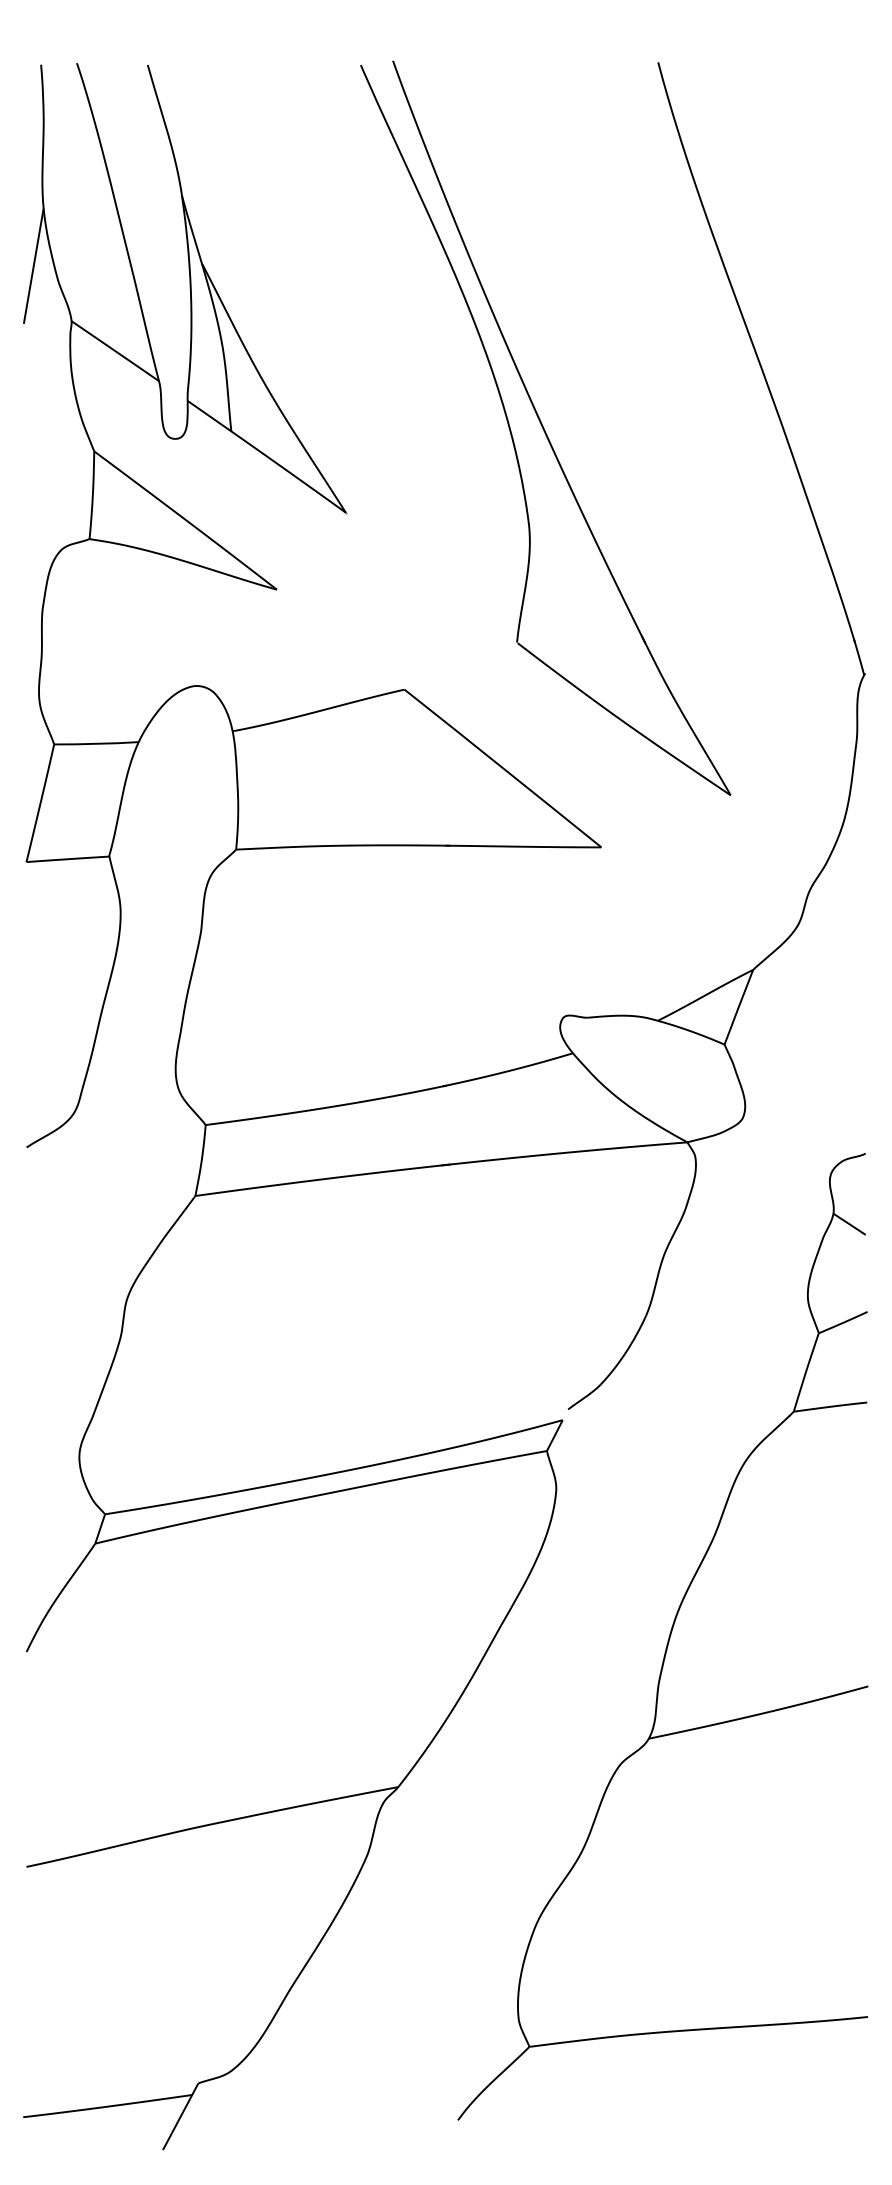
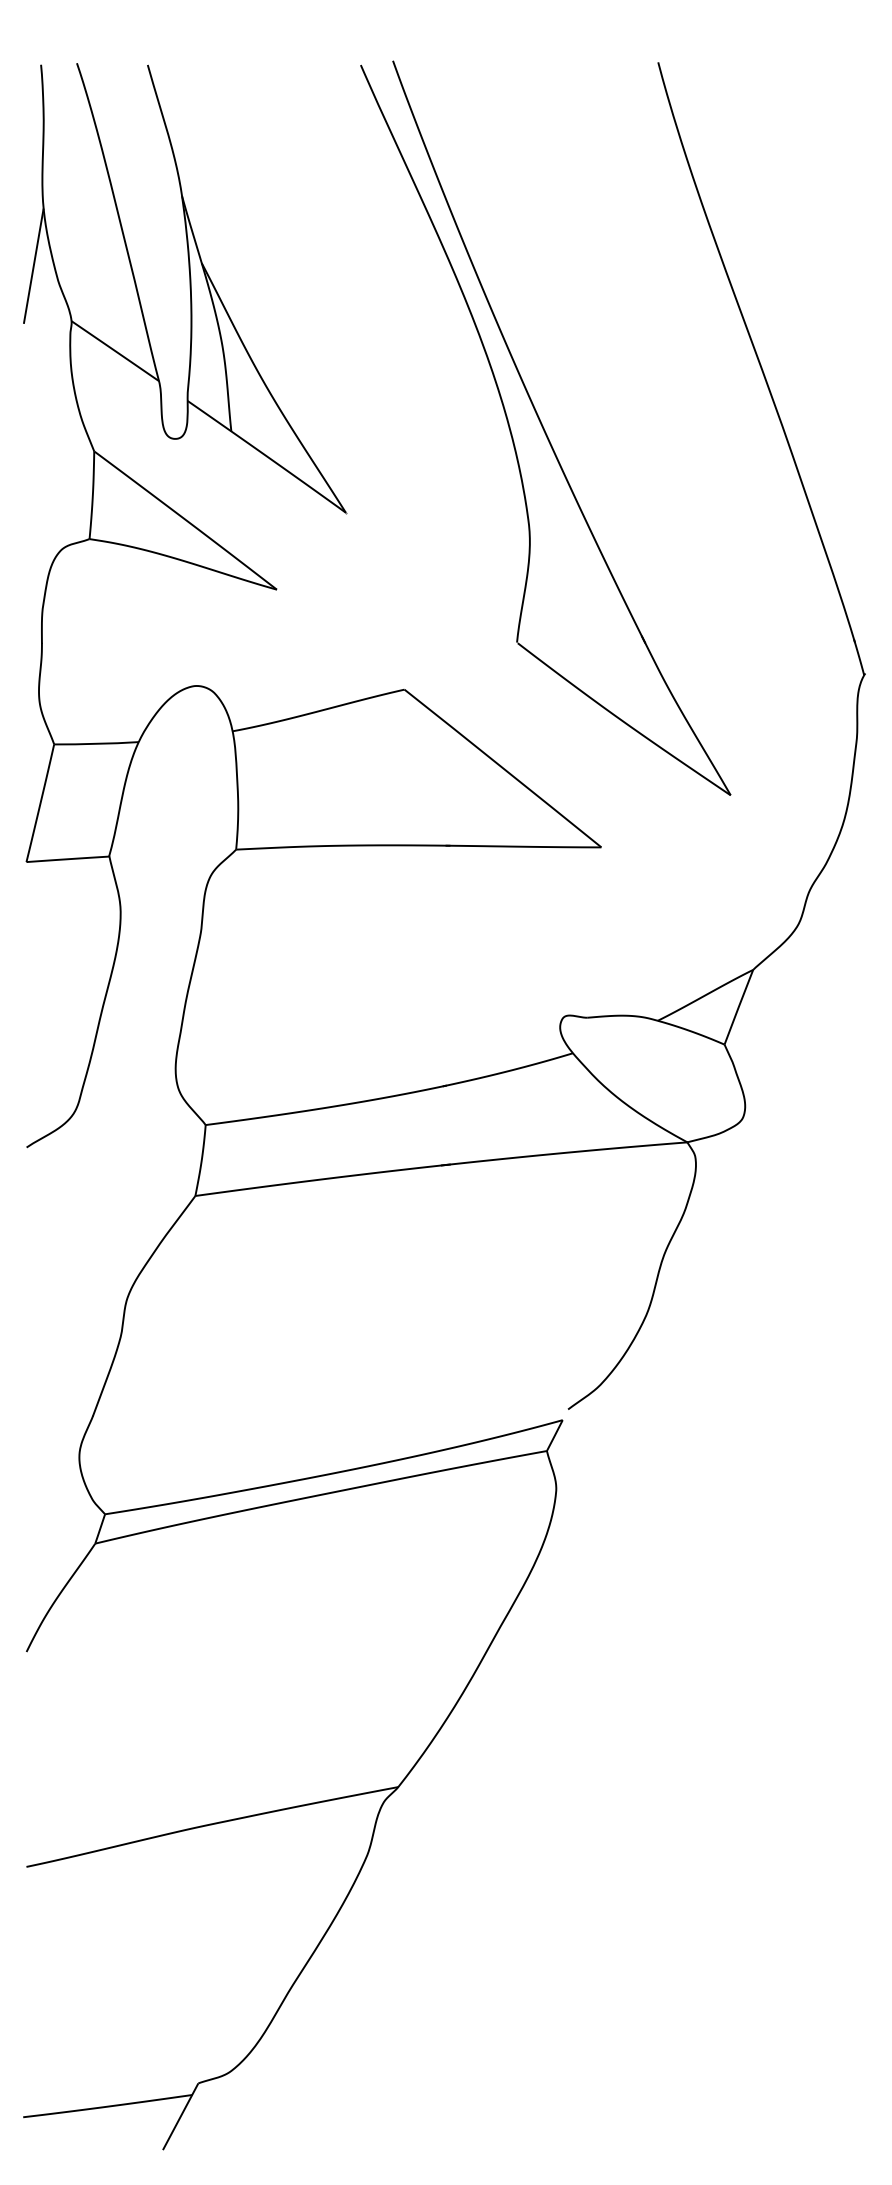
part at (668, 1637): present -> none
